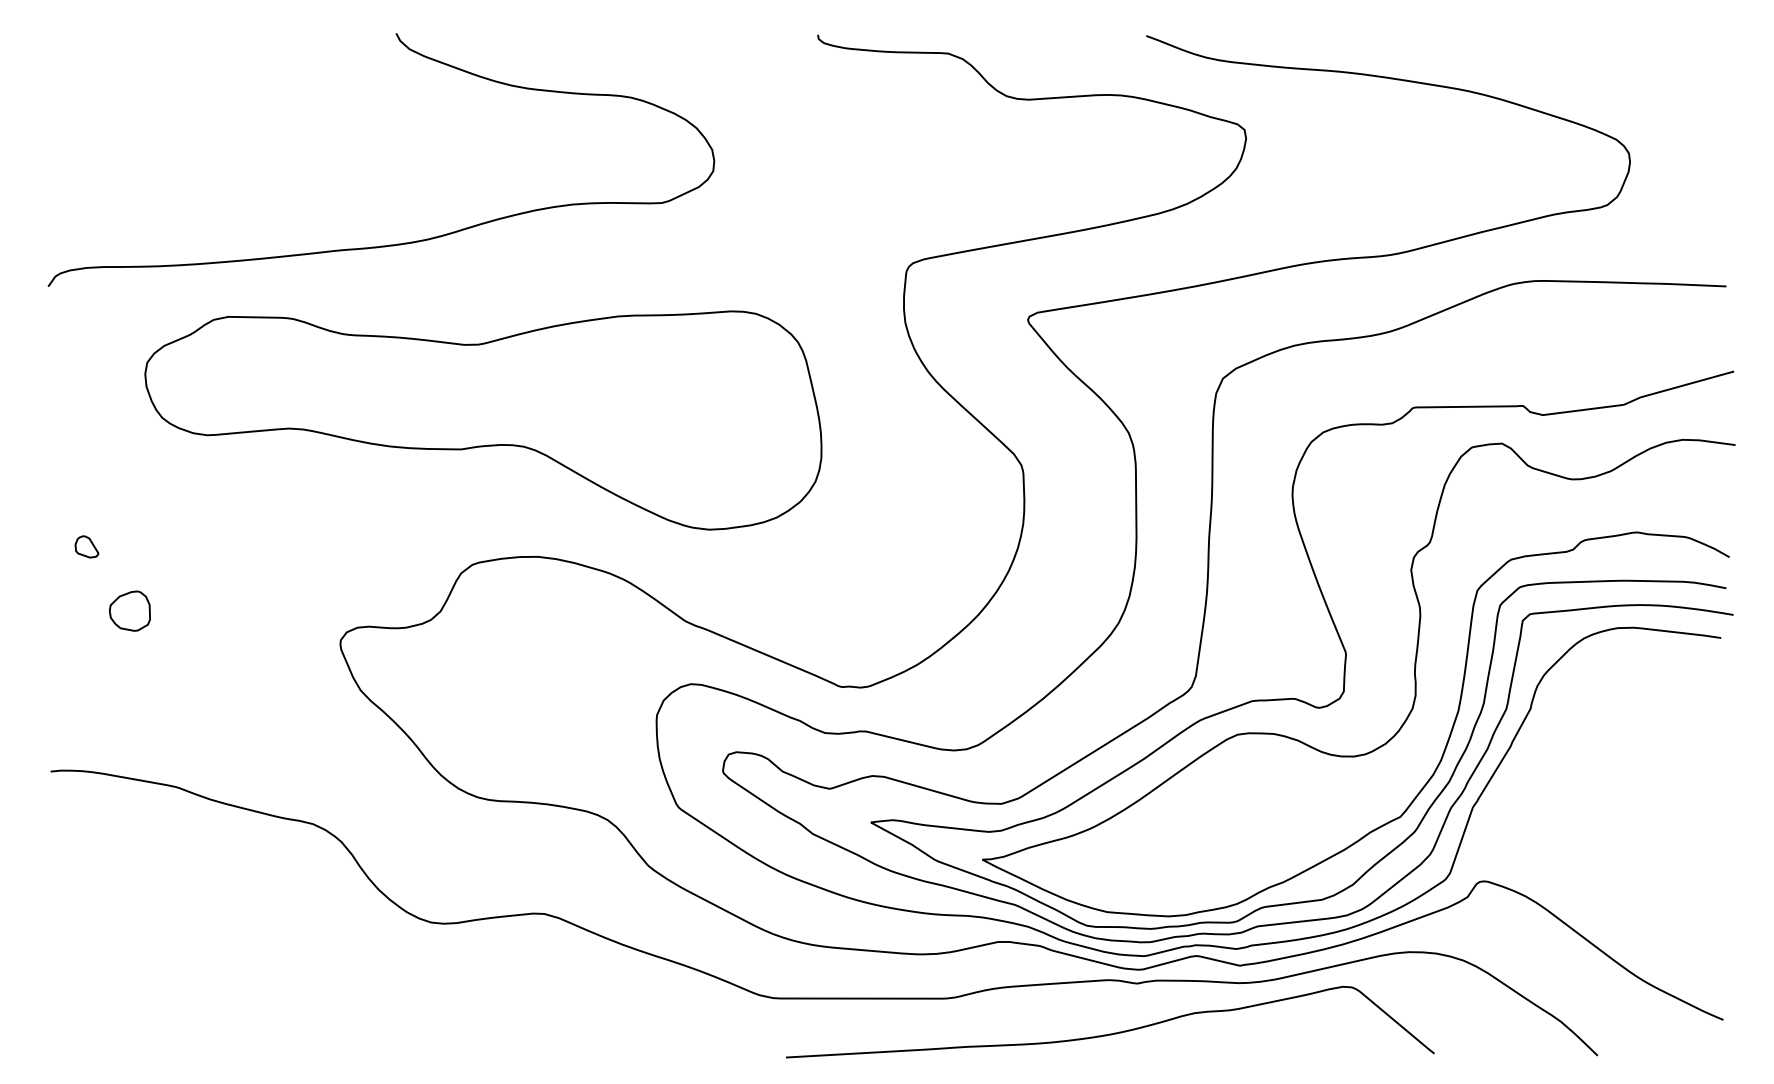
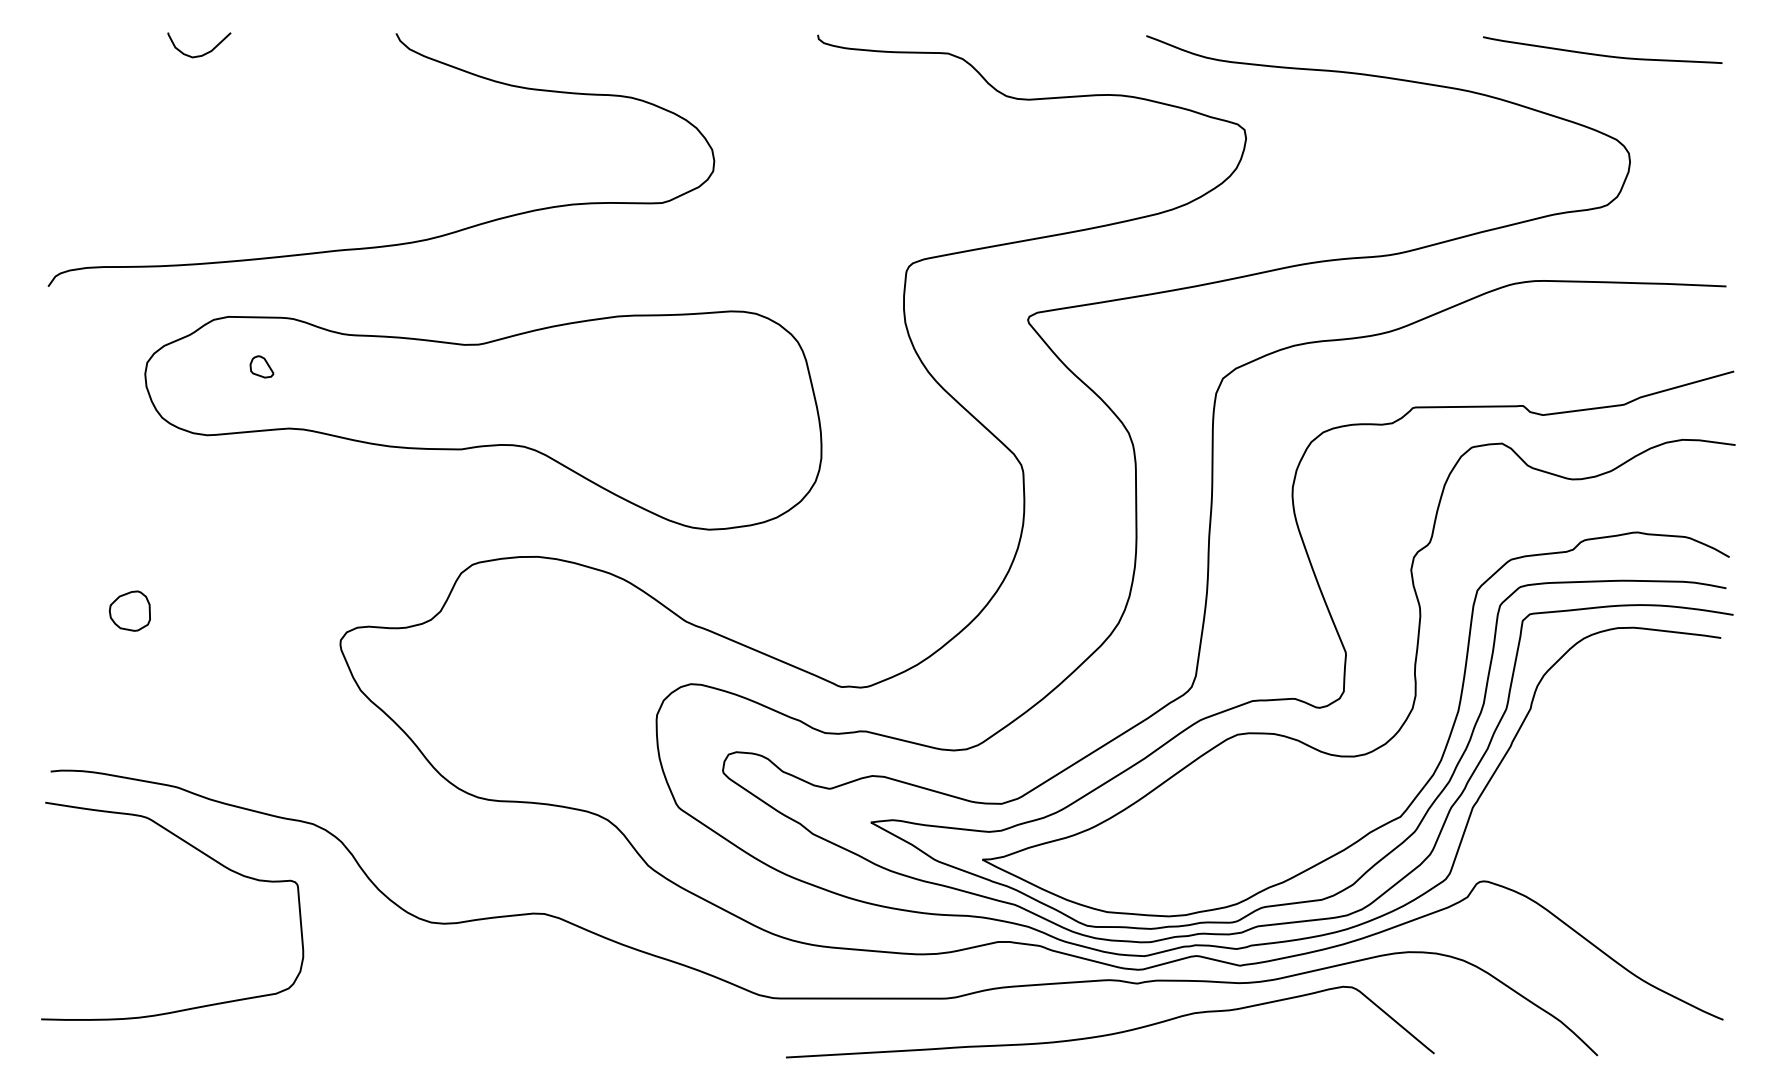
curve at (204, 53): none -> present
curve at (1602, 54): none -> present
part at (86, 546) position: (86, 546) -> (261, 366)
curve at (206, 856): none -> present
